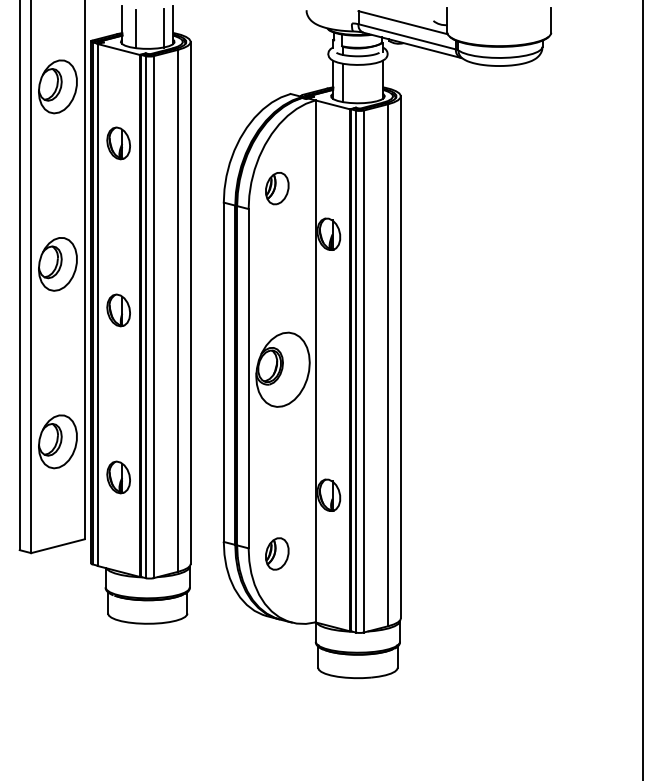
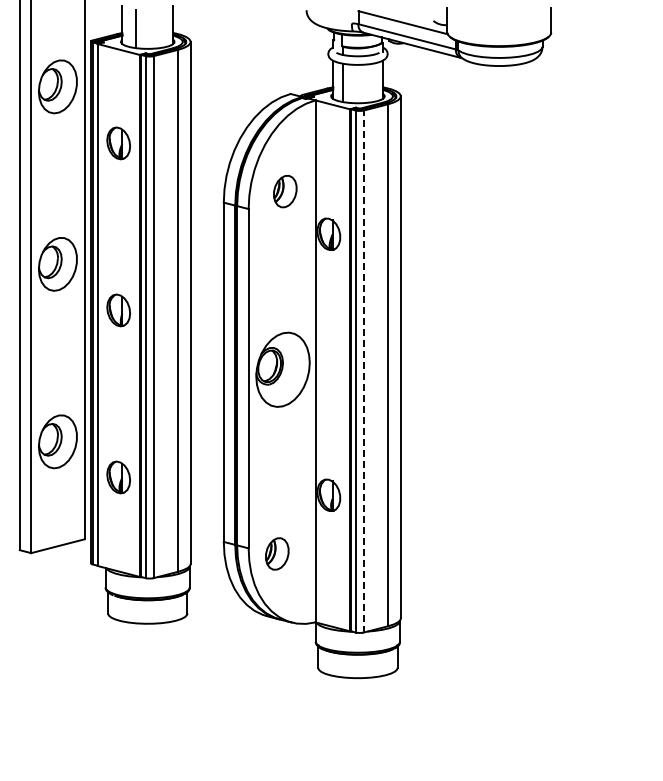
line at (163, 28): present -> none
part at (277, 188) position: (277, 188) -> (285, 191)
line at (363, 371): solid -> dashed
line at (643, 389): present -> none
